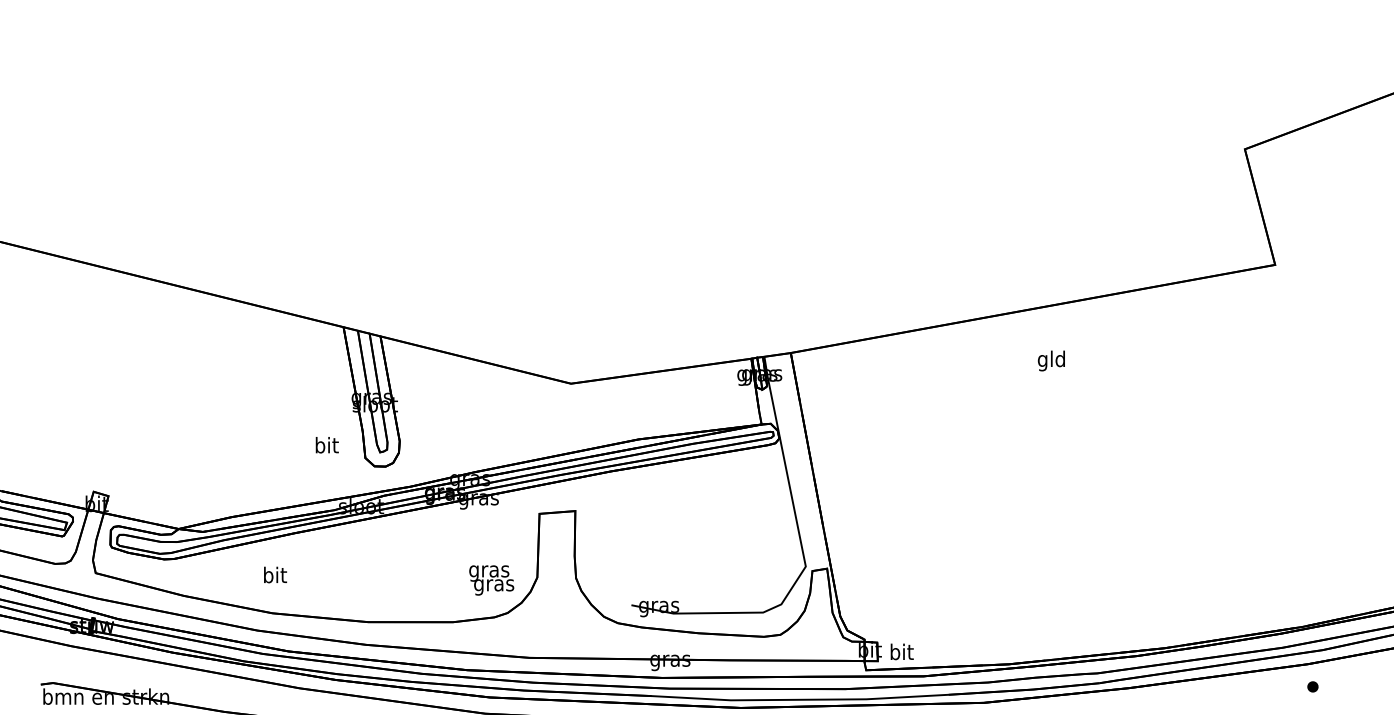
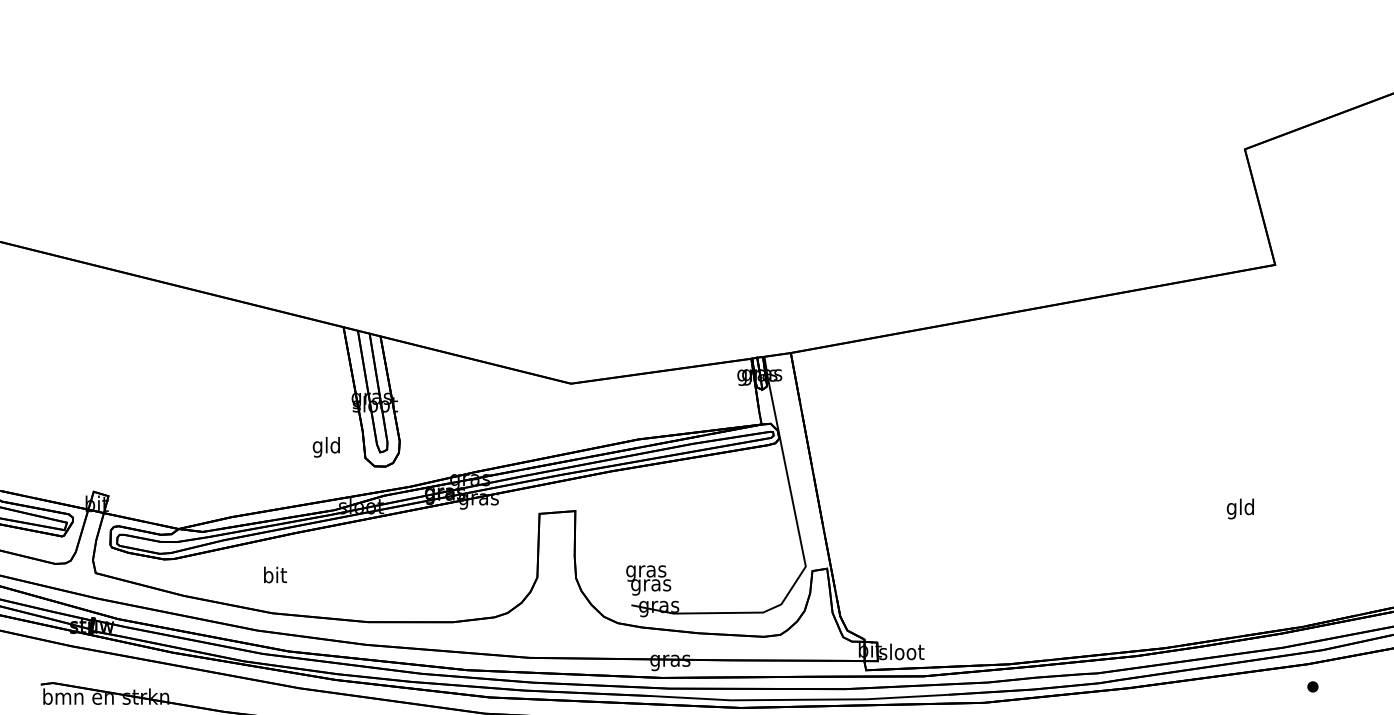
text at (1051, 360) position: (1051, 360) -> (1240, 508)
text at (325, 447): bit -> gld
text at (491, 580) position: (491, 580) -> (648, 580)
text at (901, 651): bit -> sloot
